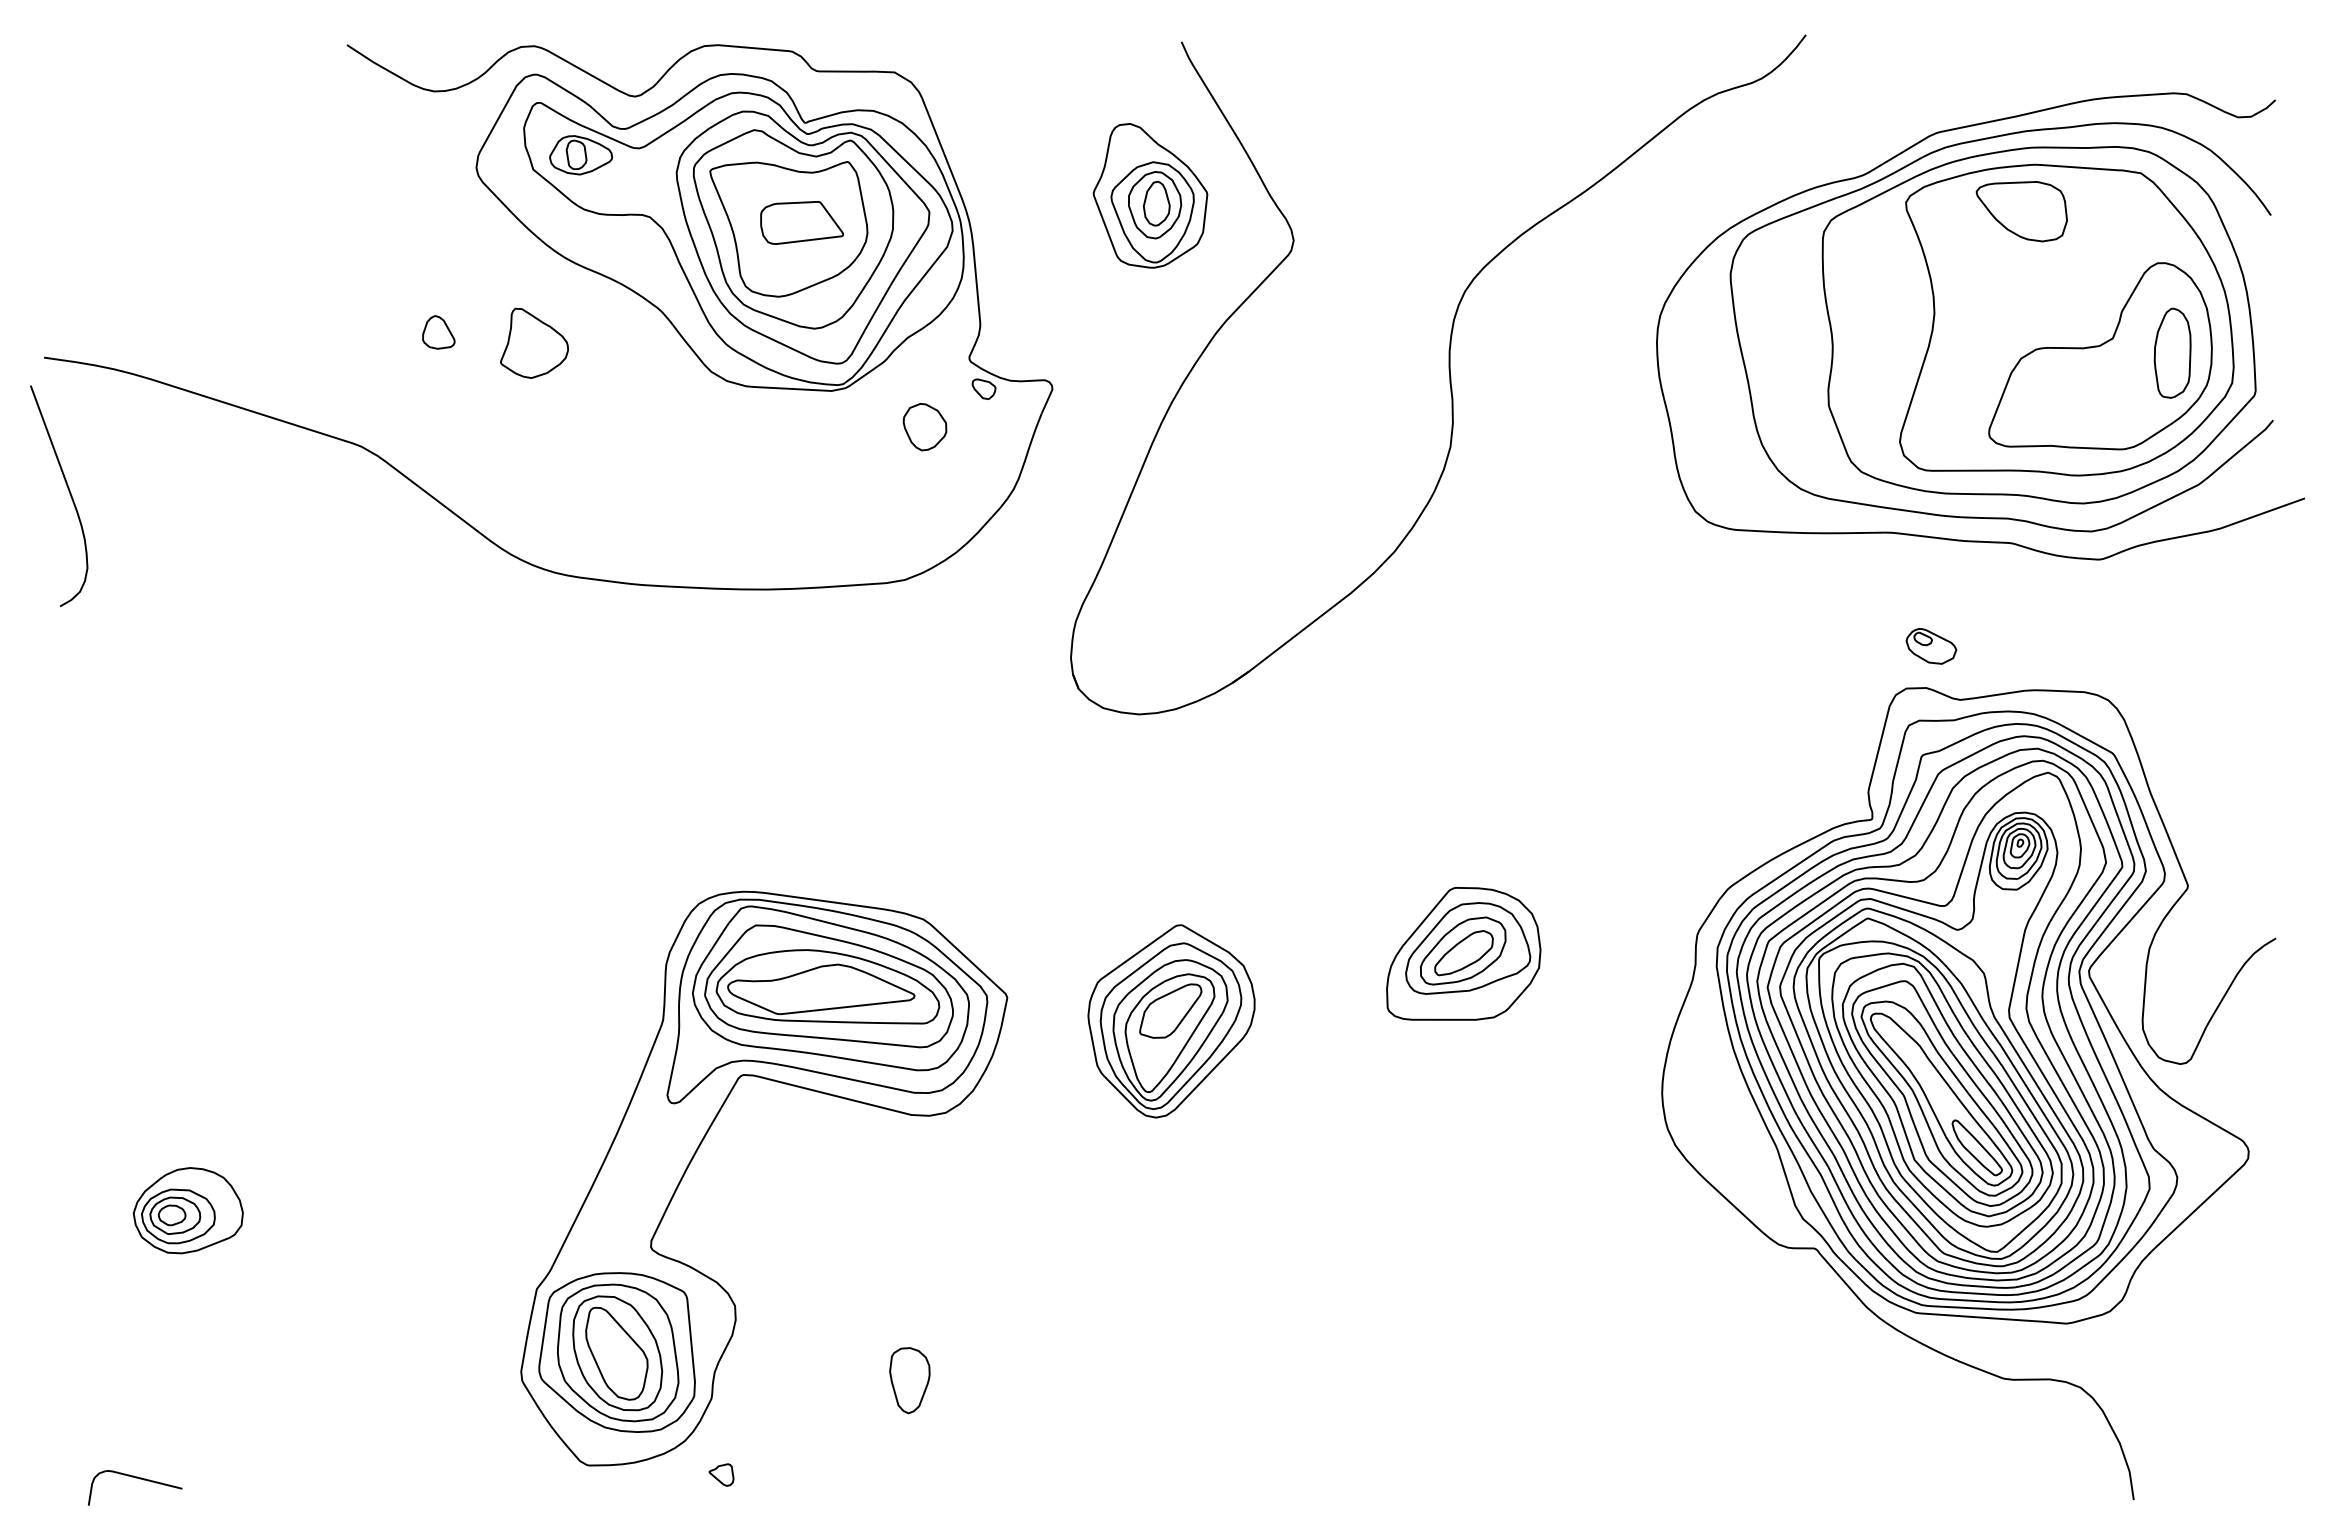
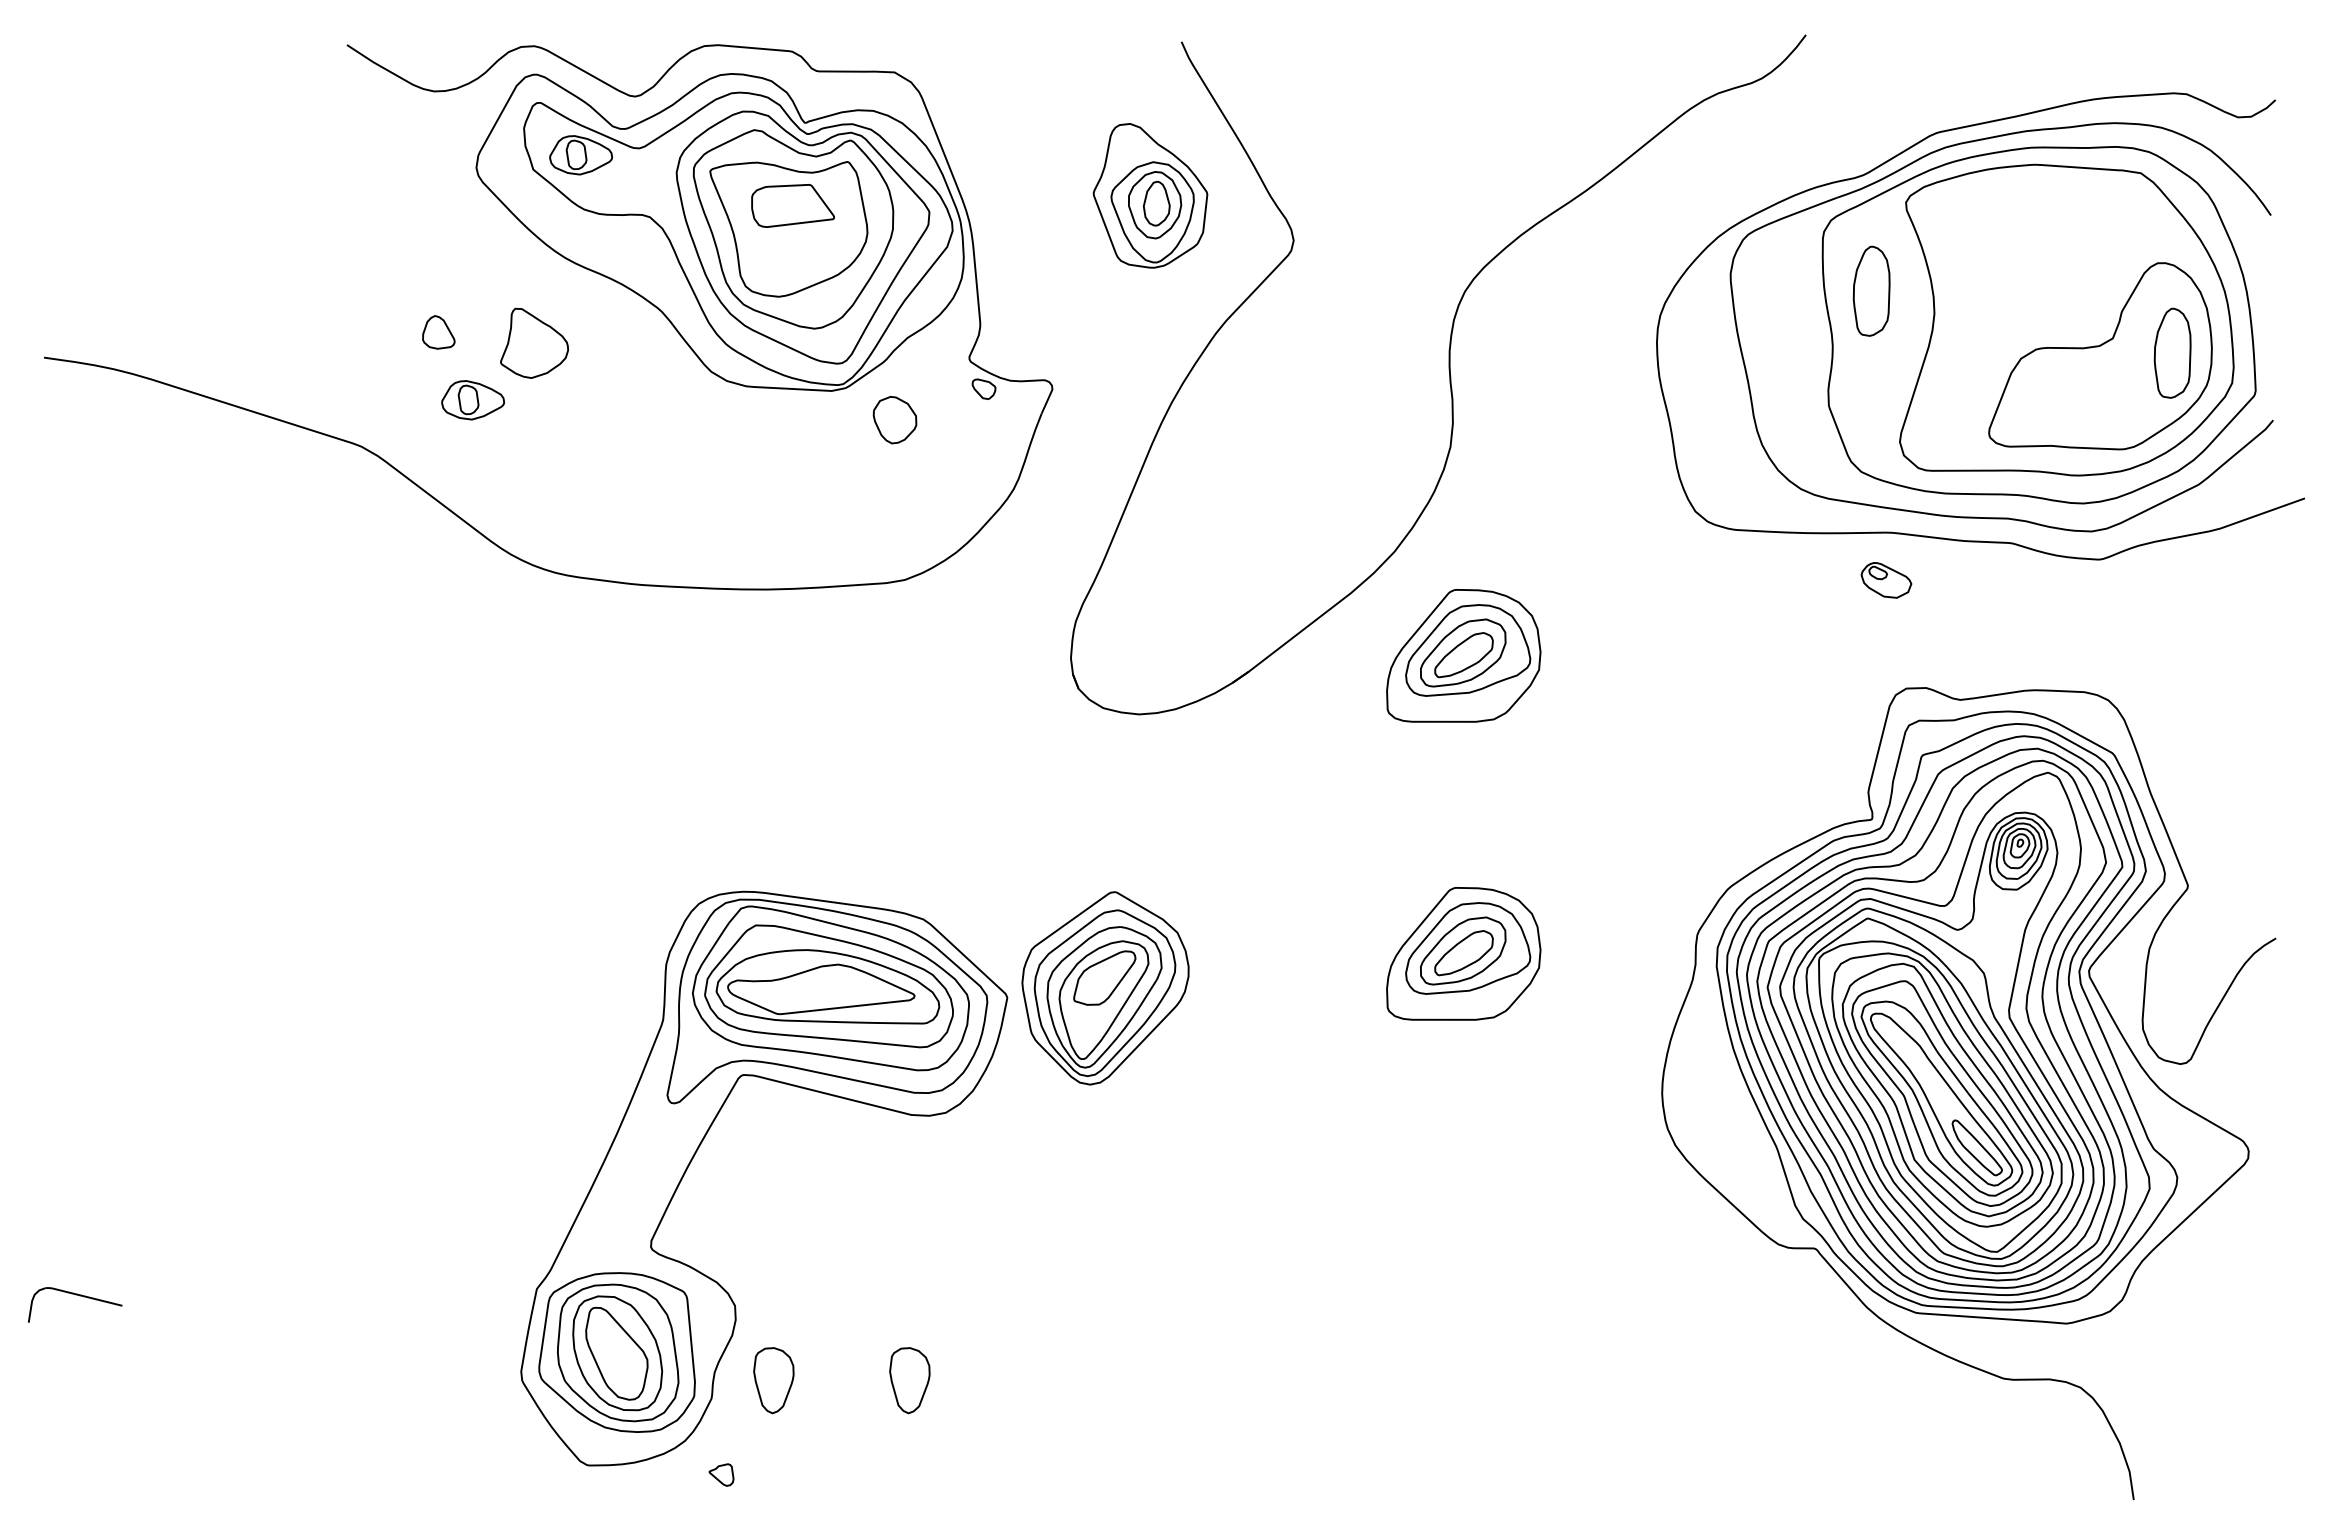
part at (2021, 211): present -> none
part at (801, 222) position: (801, 222) -> (792, 205)
part at (1871, 290): none -> present
part at (473, 400): none -> present
part at (924, 427) position: (924, 427) -> (894, 420)
curve at (69, 494): present -> none
part at (1931, 646) position: (1931, 646) -> (1886, 580)
part at (1463, 655): none -> present
part at (1171, 1021) position: (1171, 1021) -> (1105, 988)
part at (187, 1210): present -> none
part at (773, 1380): none -> present
part at (139, 1479) position: (139, 1479) -> (79, 1296)
